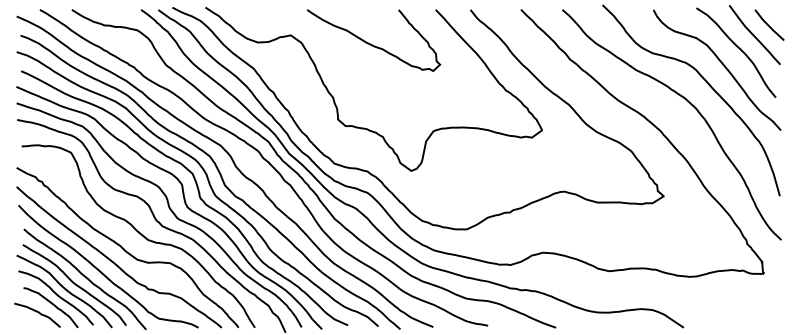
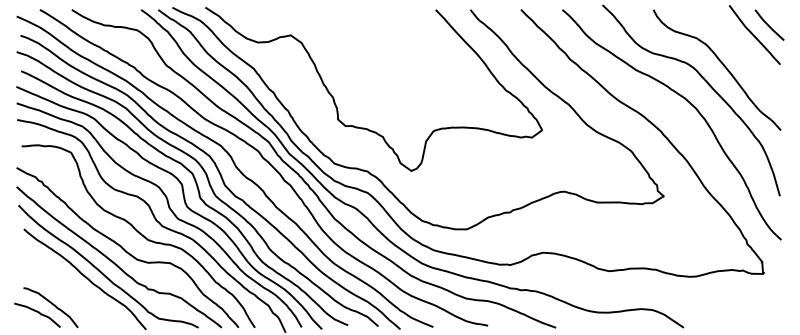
curve at (372, 44): present -> none
curve at (739, 49): present -> none
part at (71, 286): present -> none
